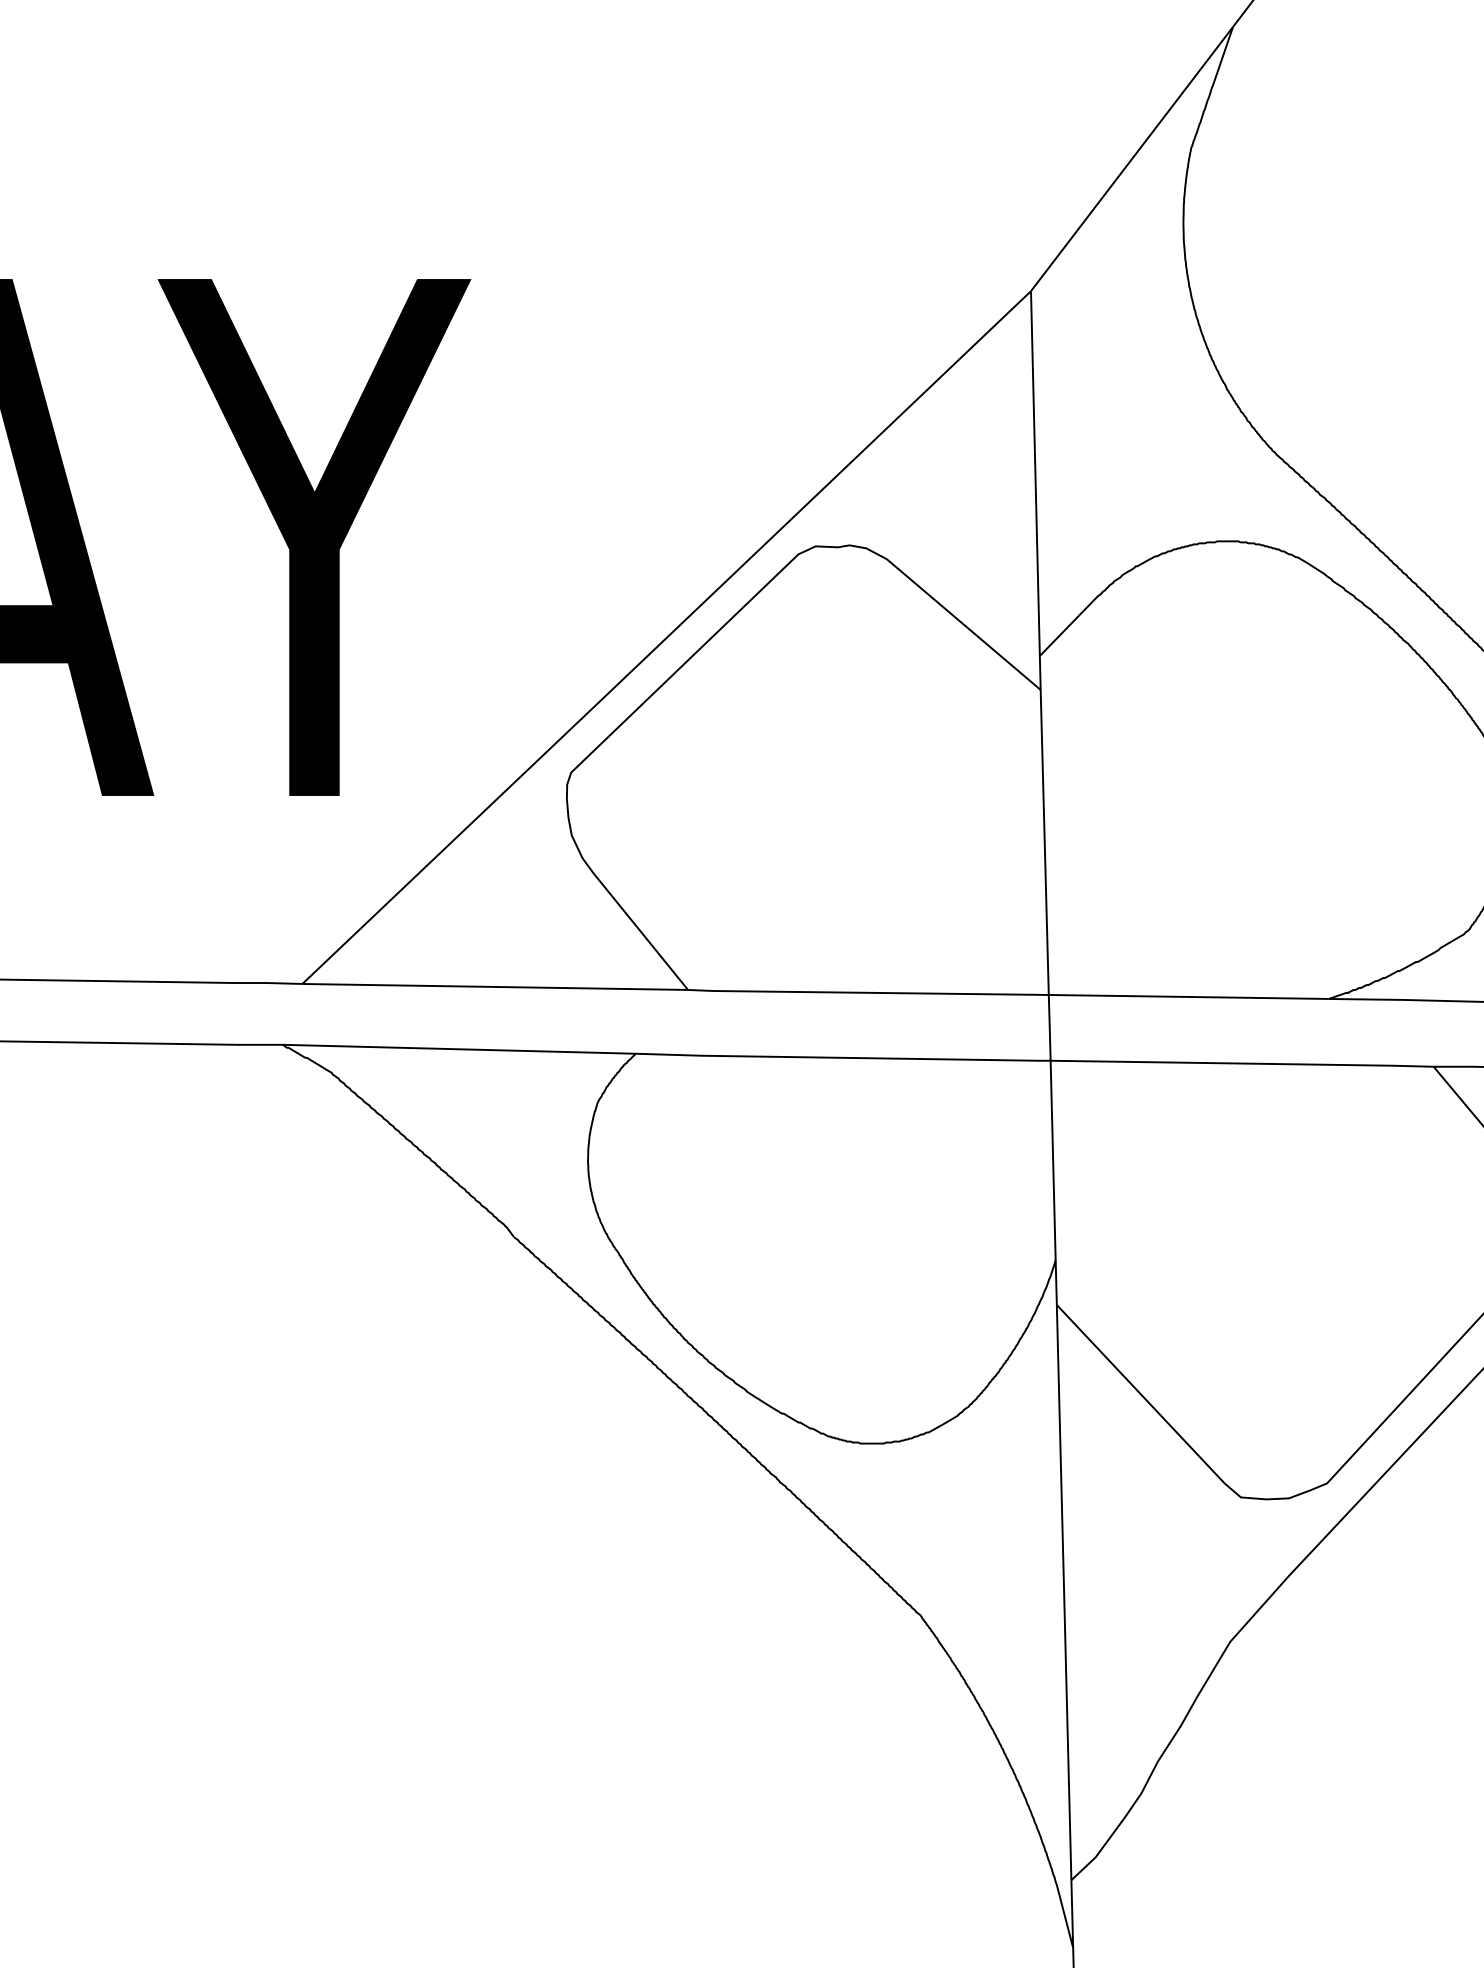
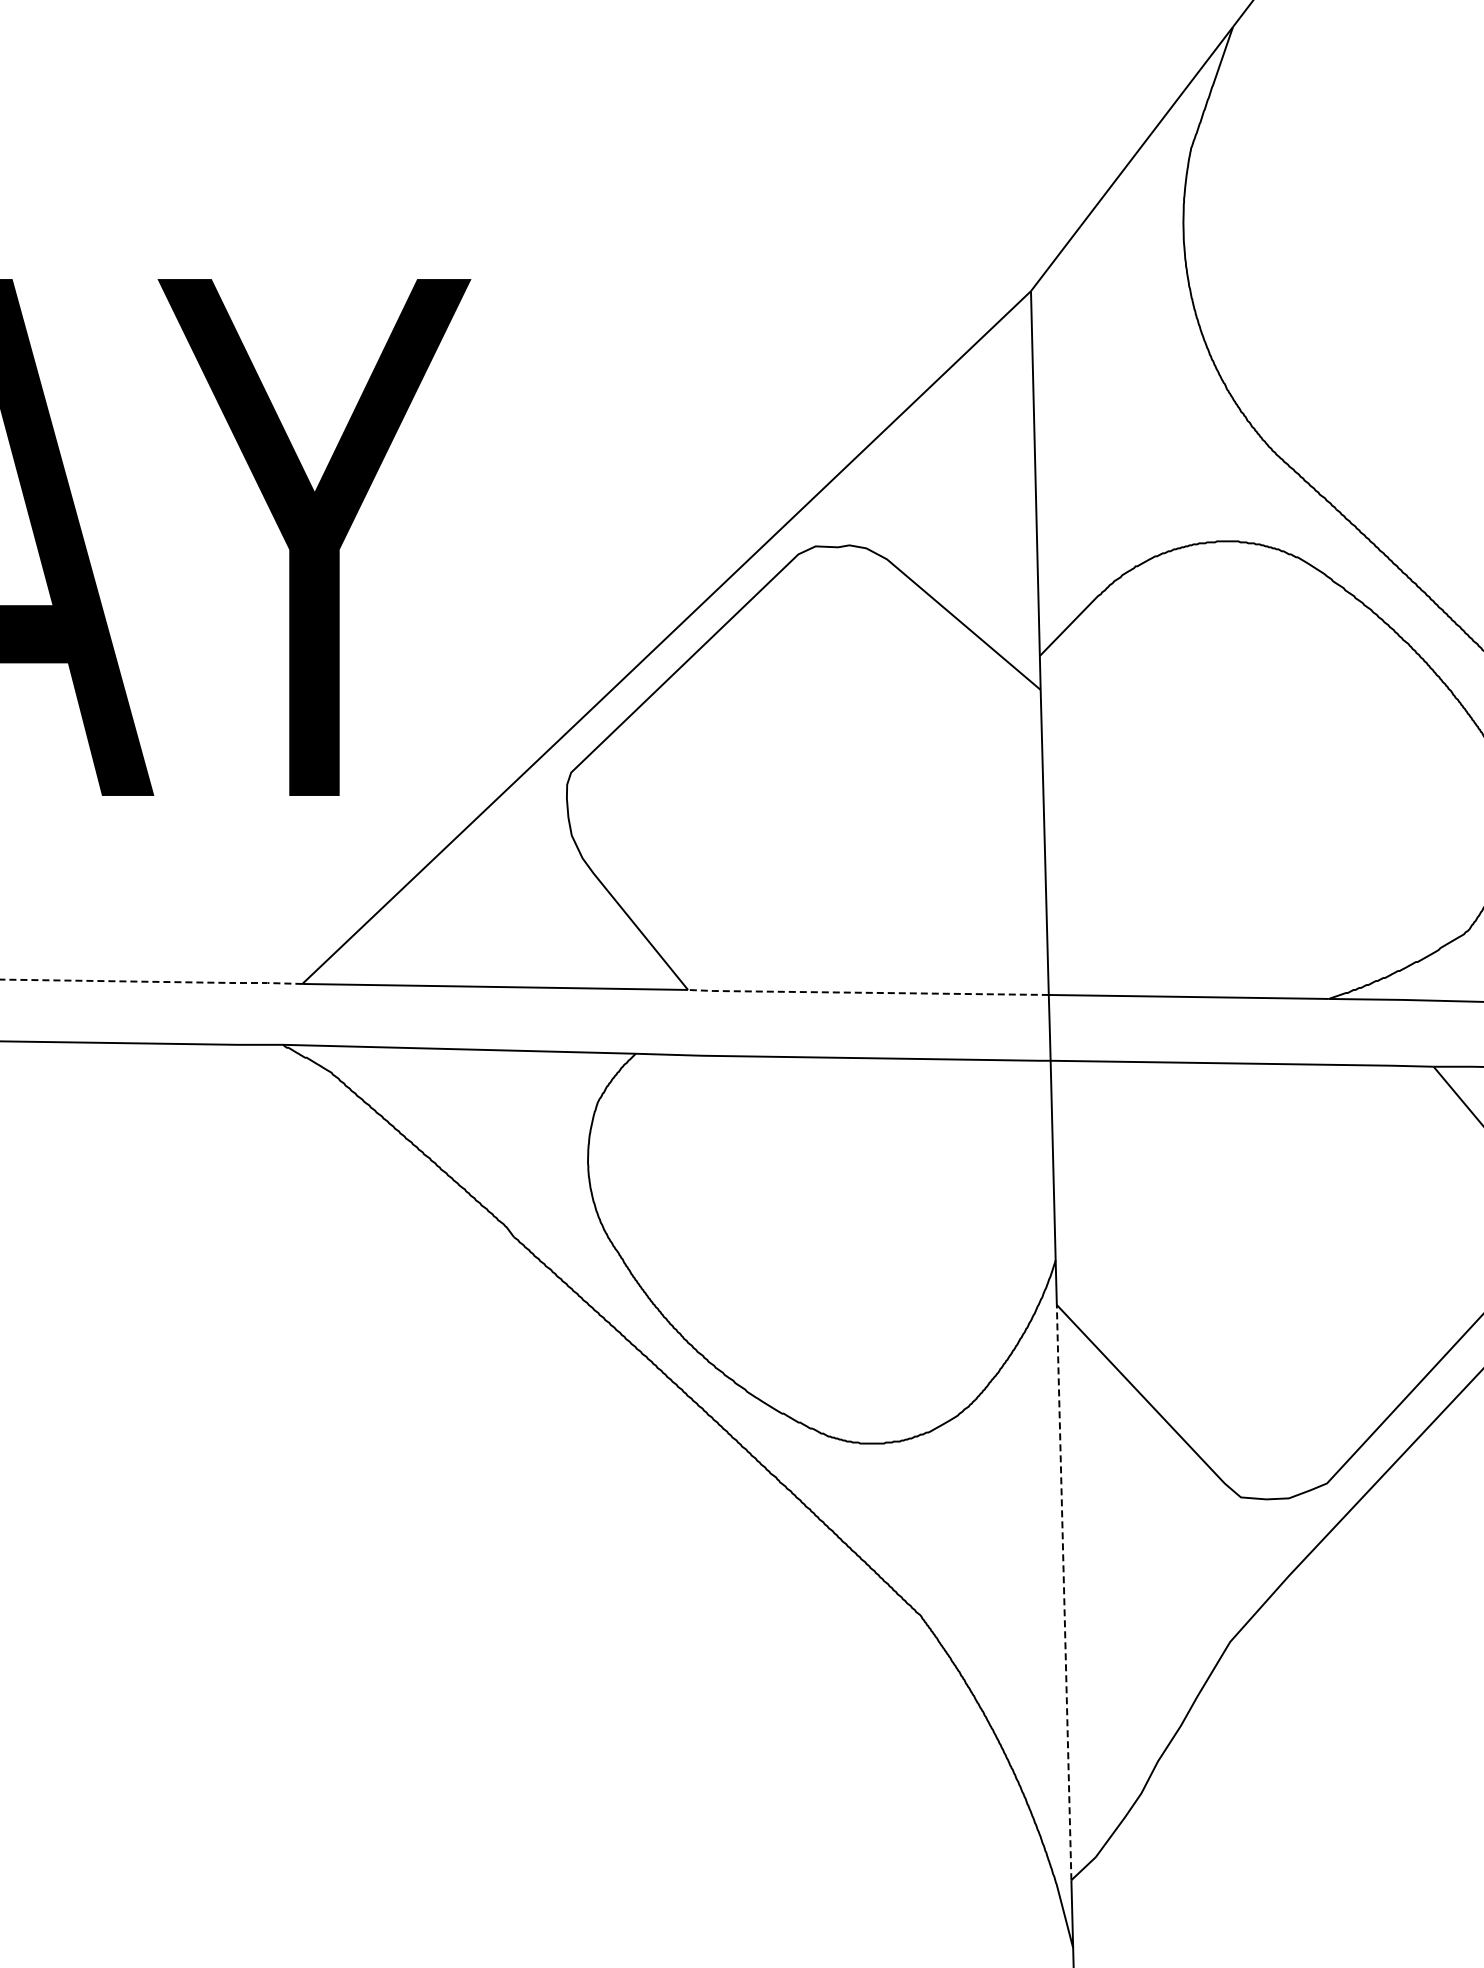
line at (153, 981): solid -> dashed
line at (866, 992): solid -> dashed
line at (1064, 1592): solid -> dashed
